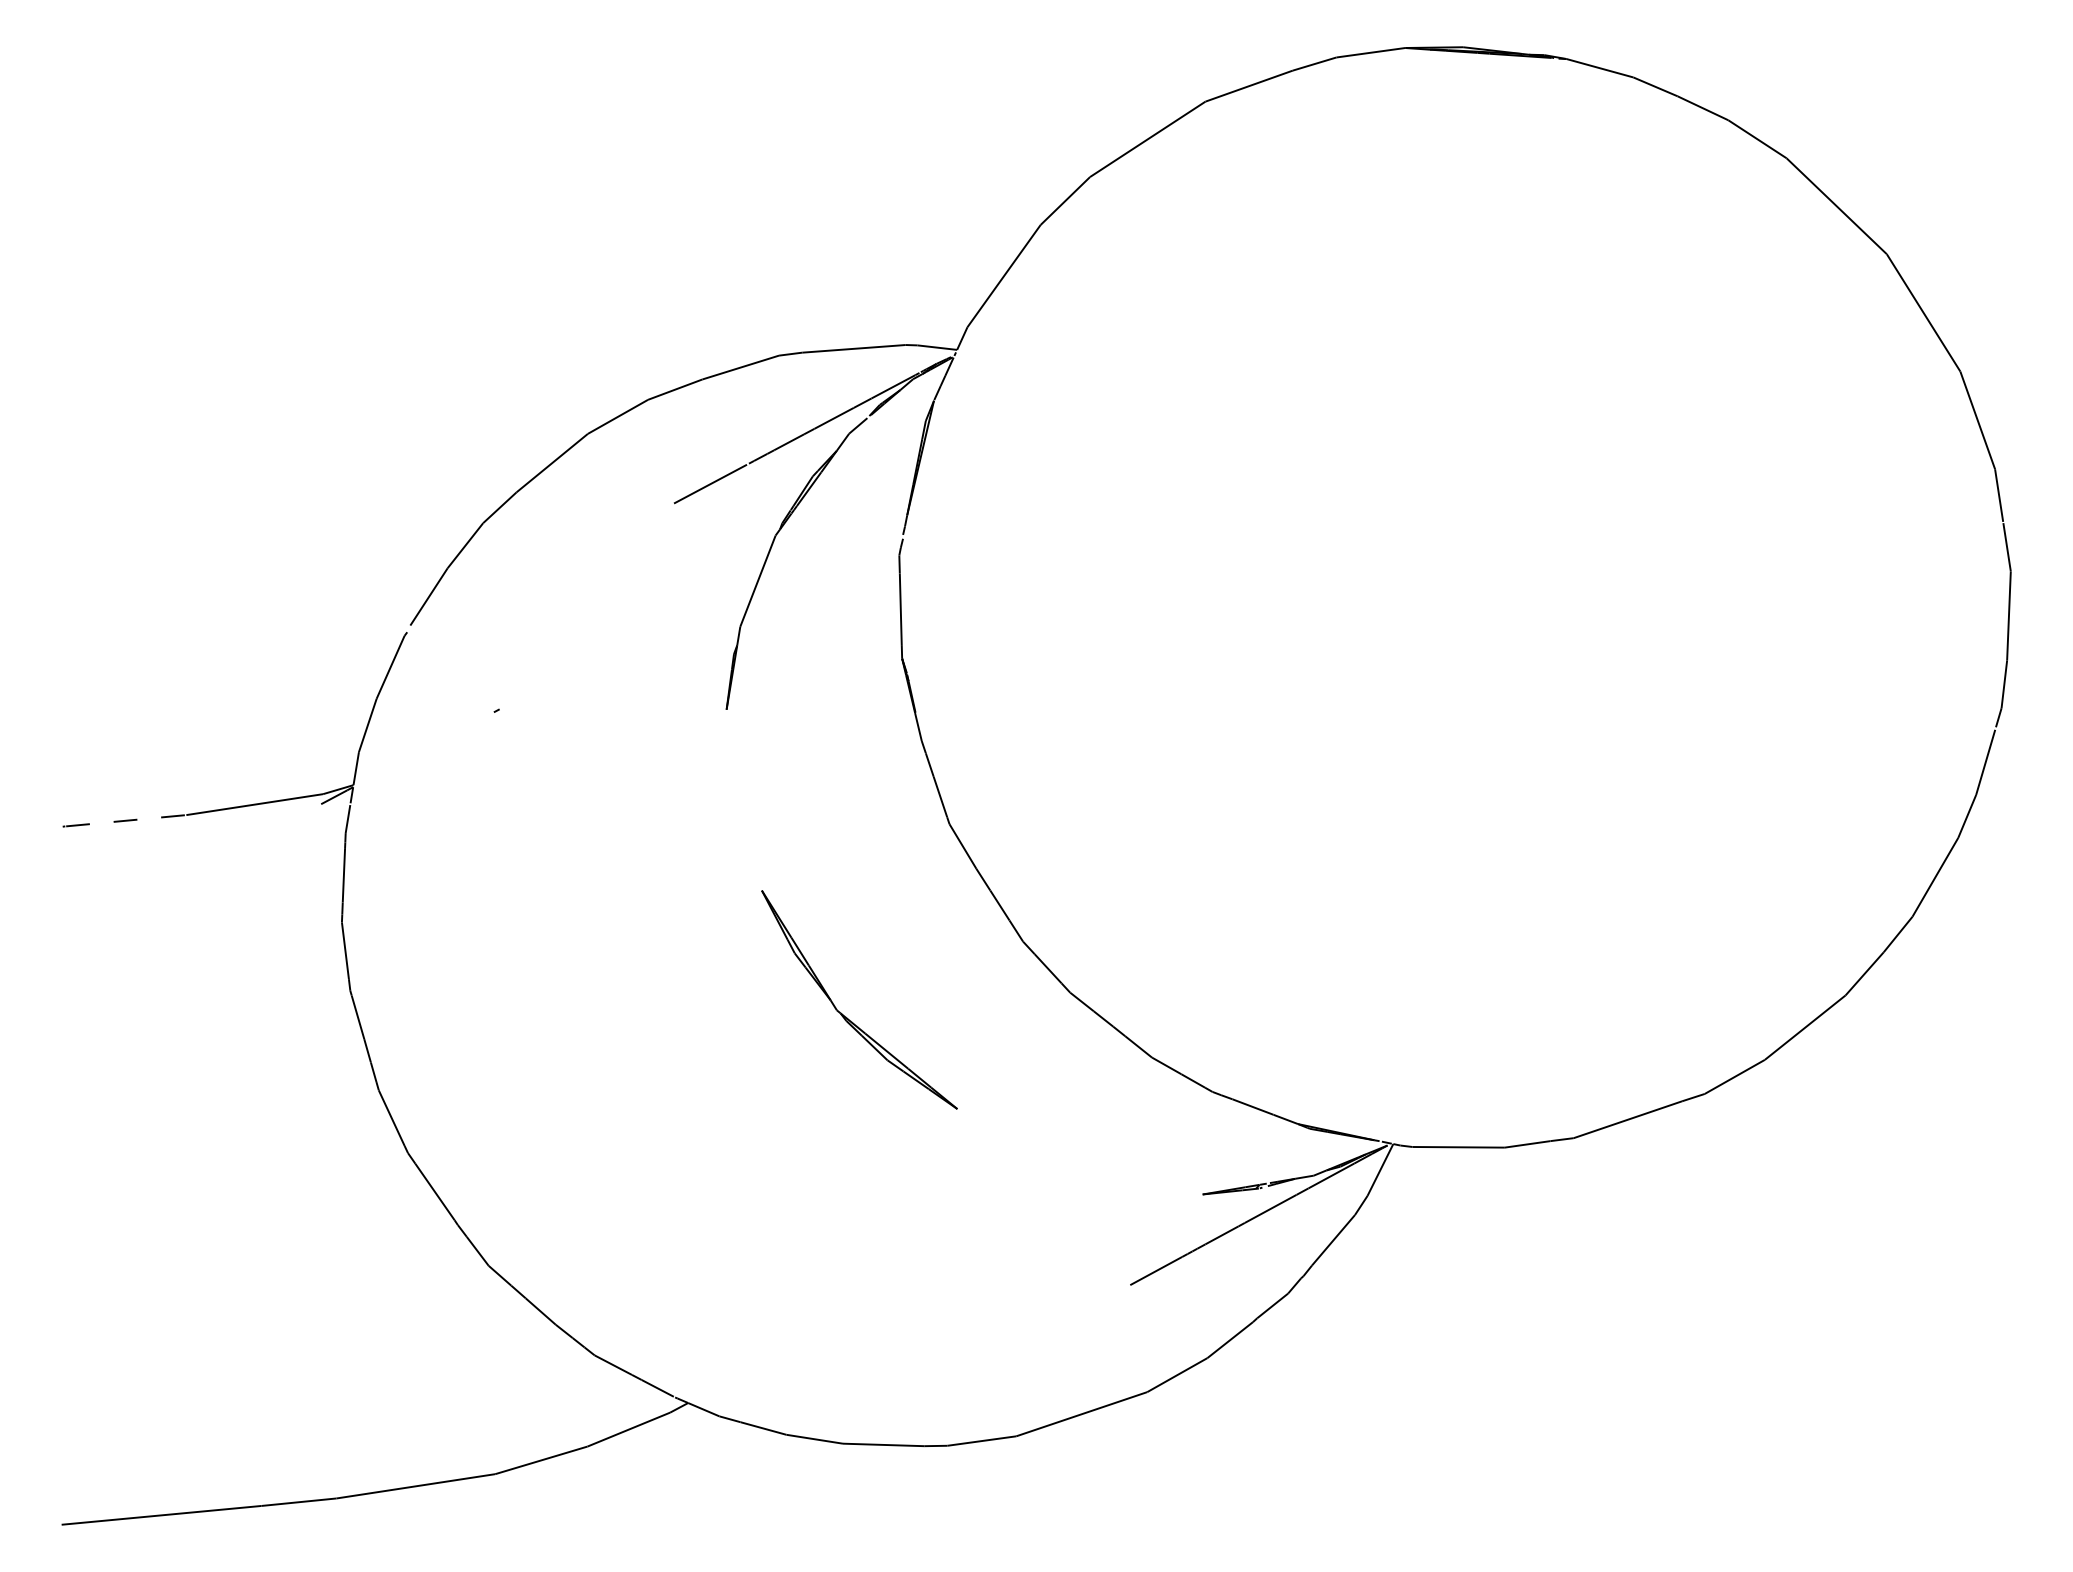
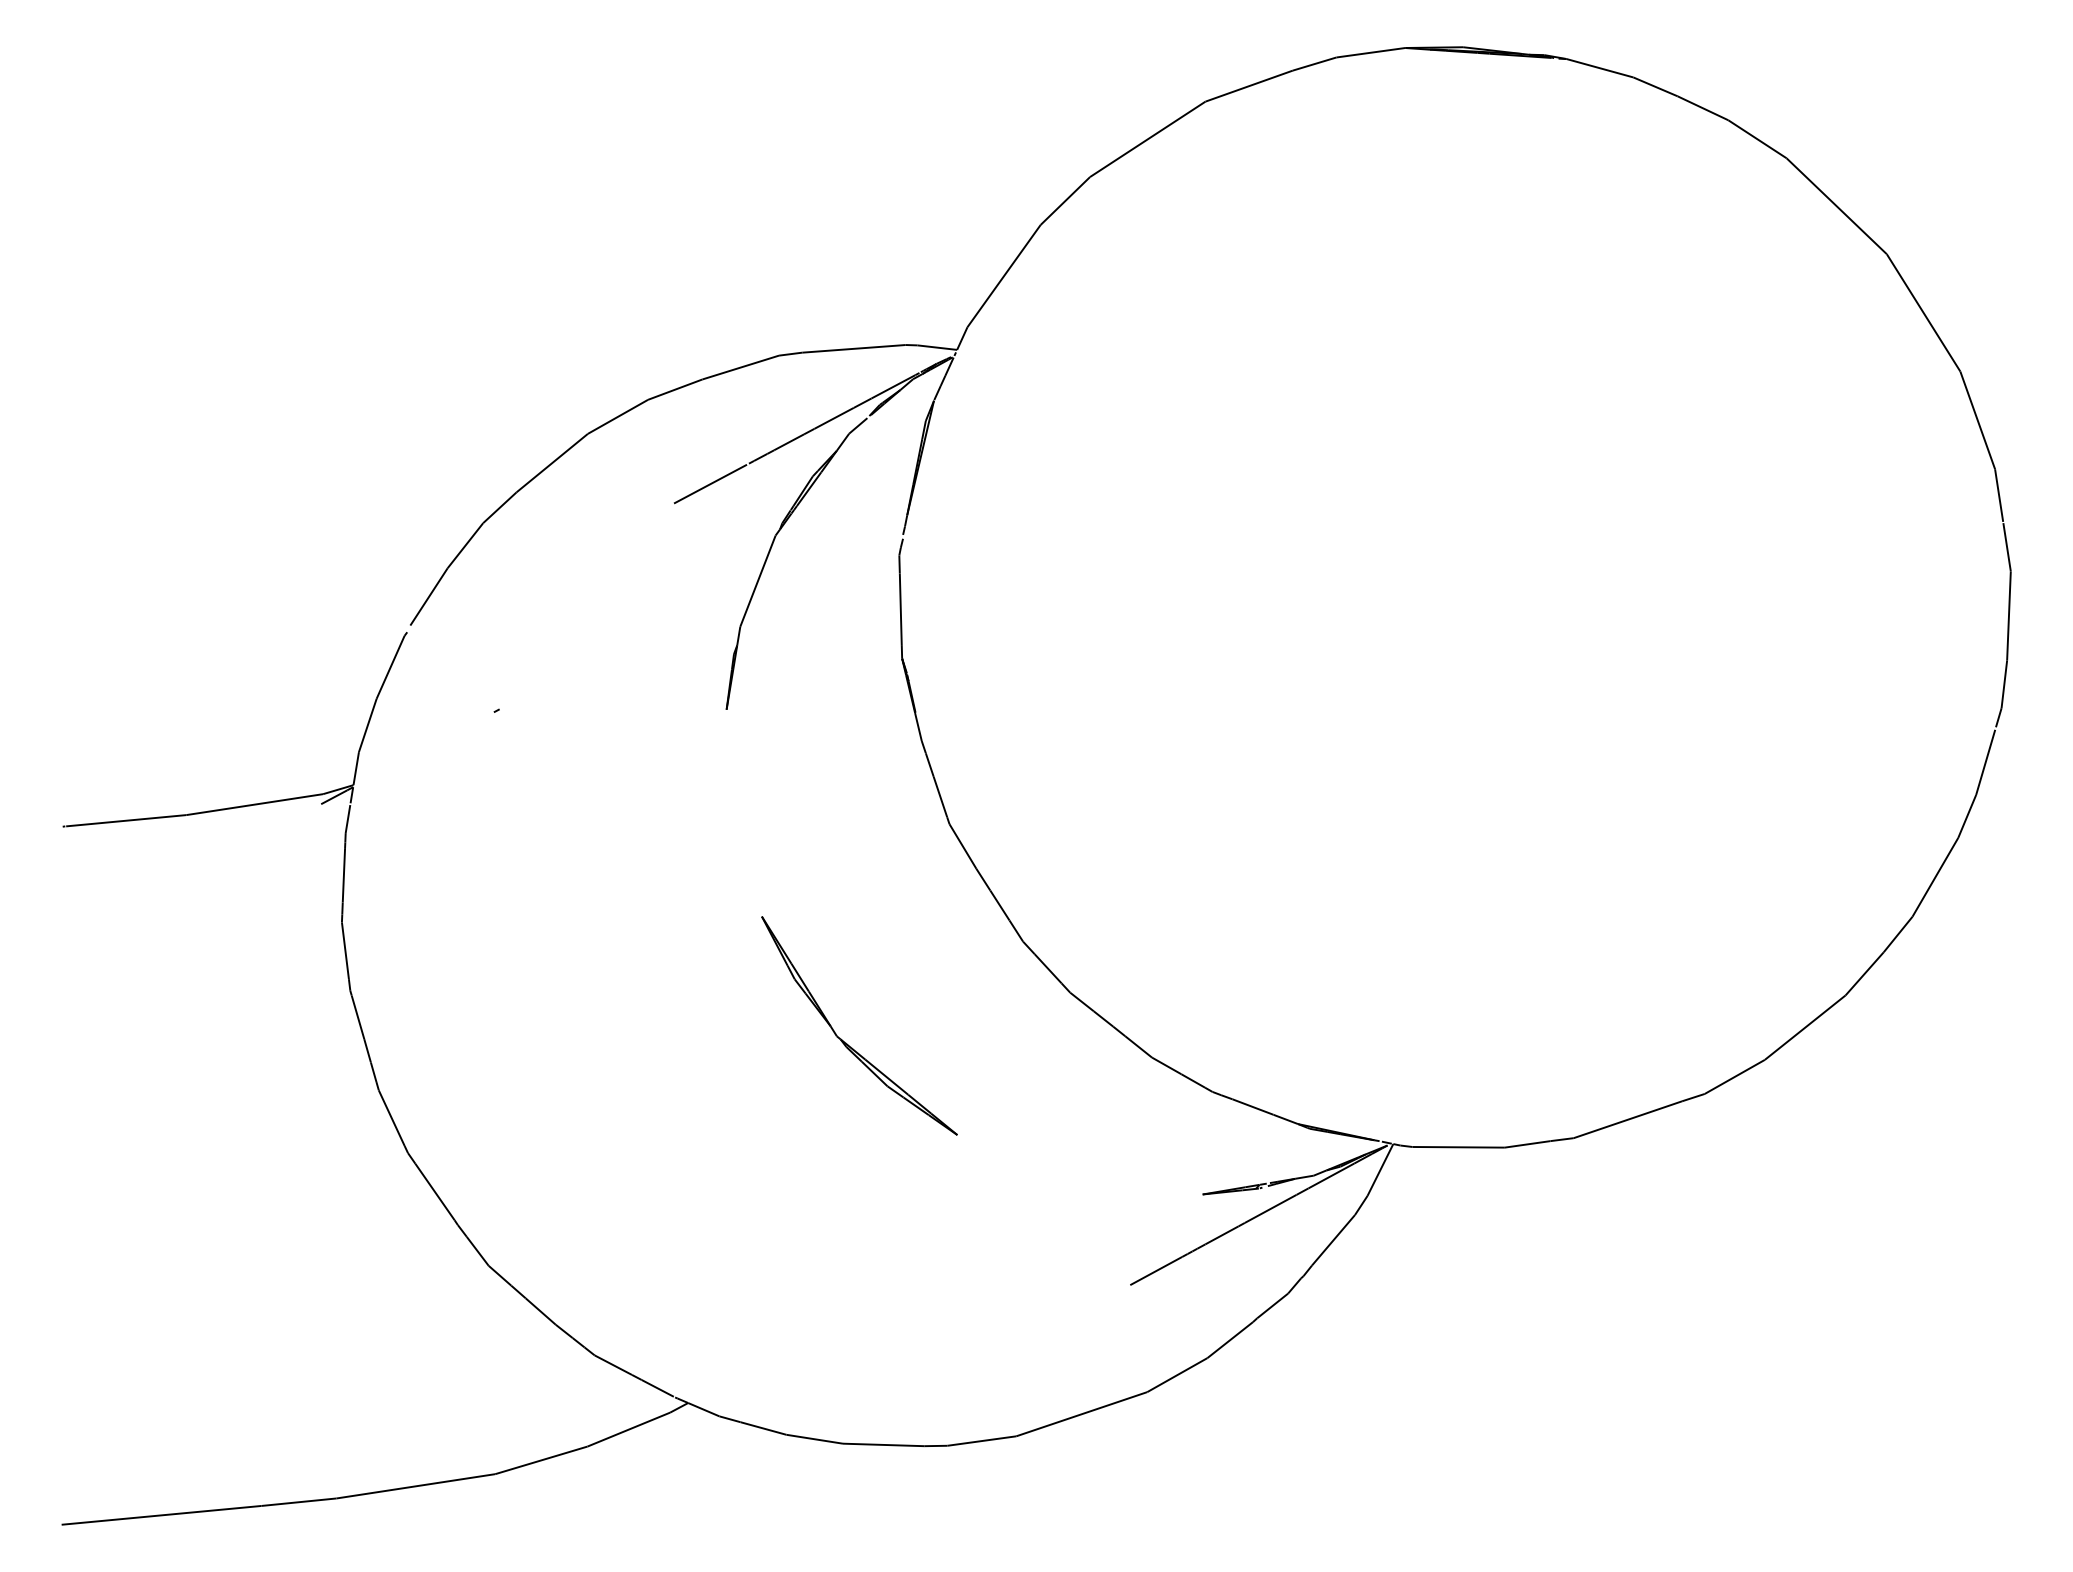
line at (126, 820): dashed -> solid
part at (846, 1016) position: (846, 1016) -> (846, 1042)
